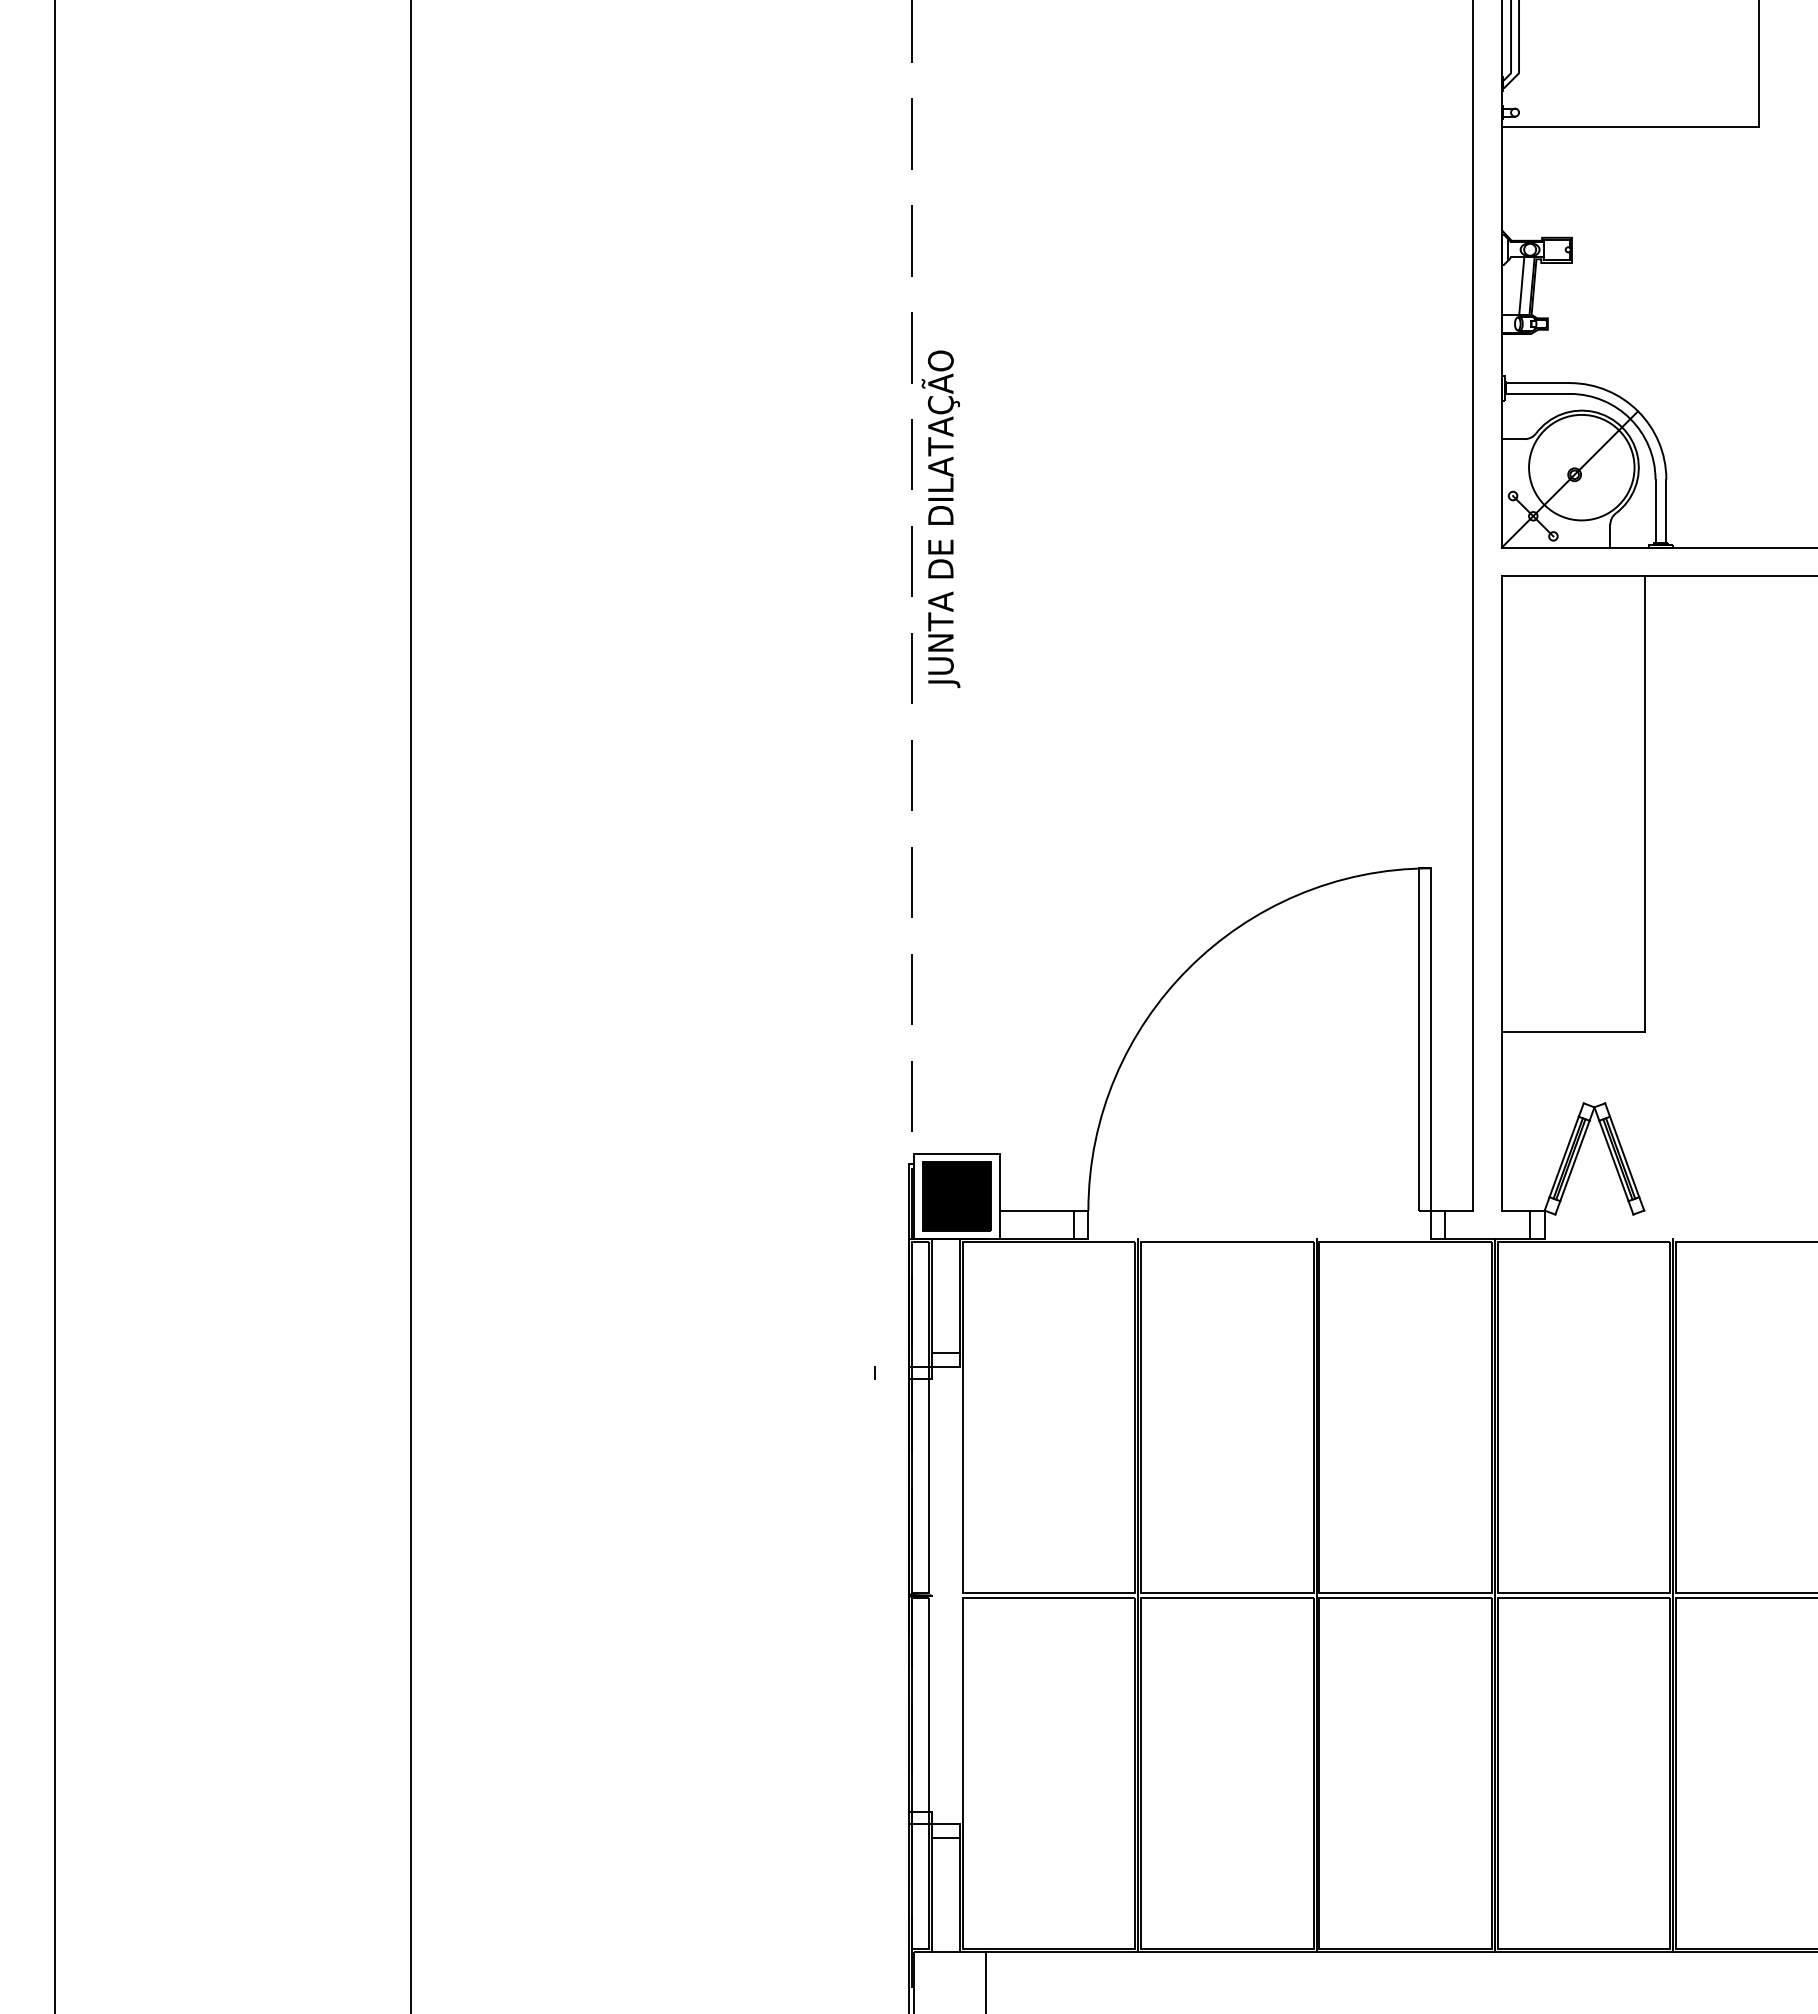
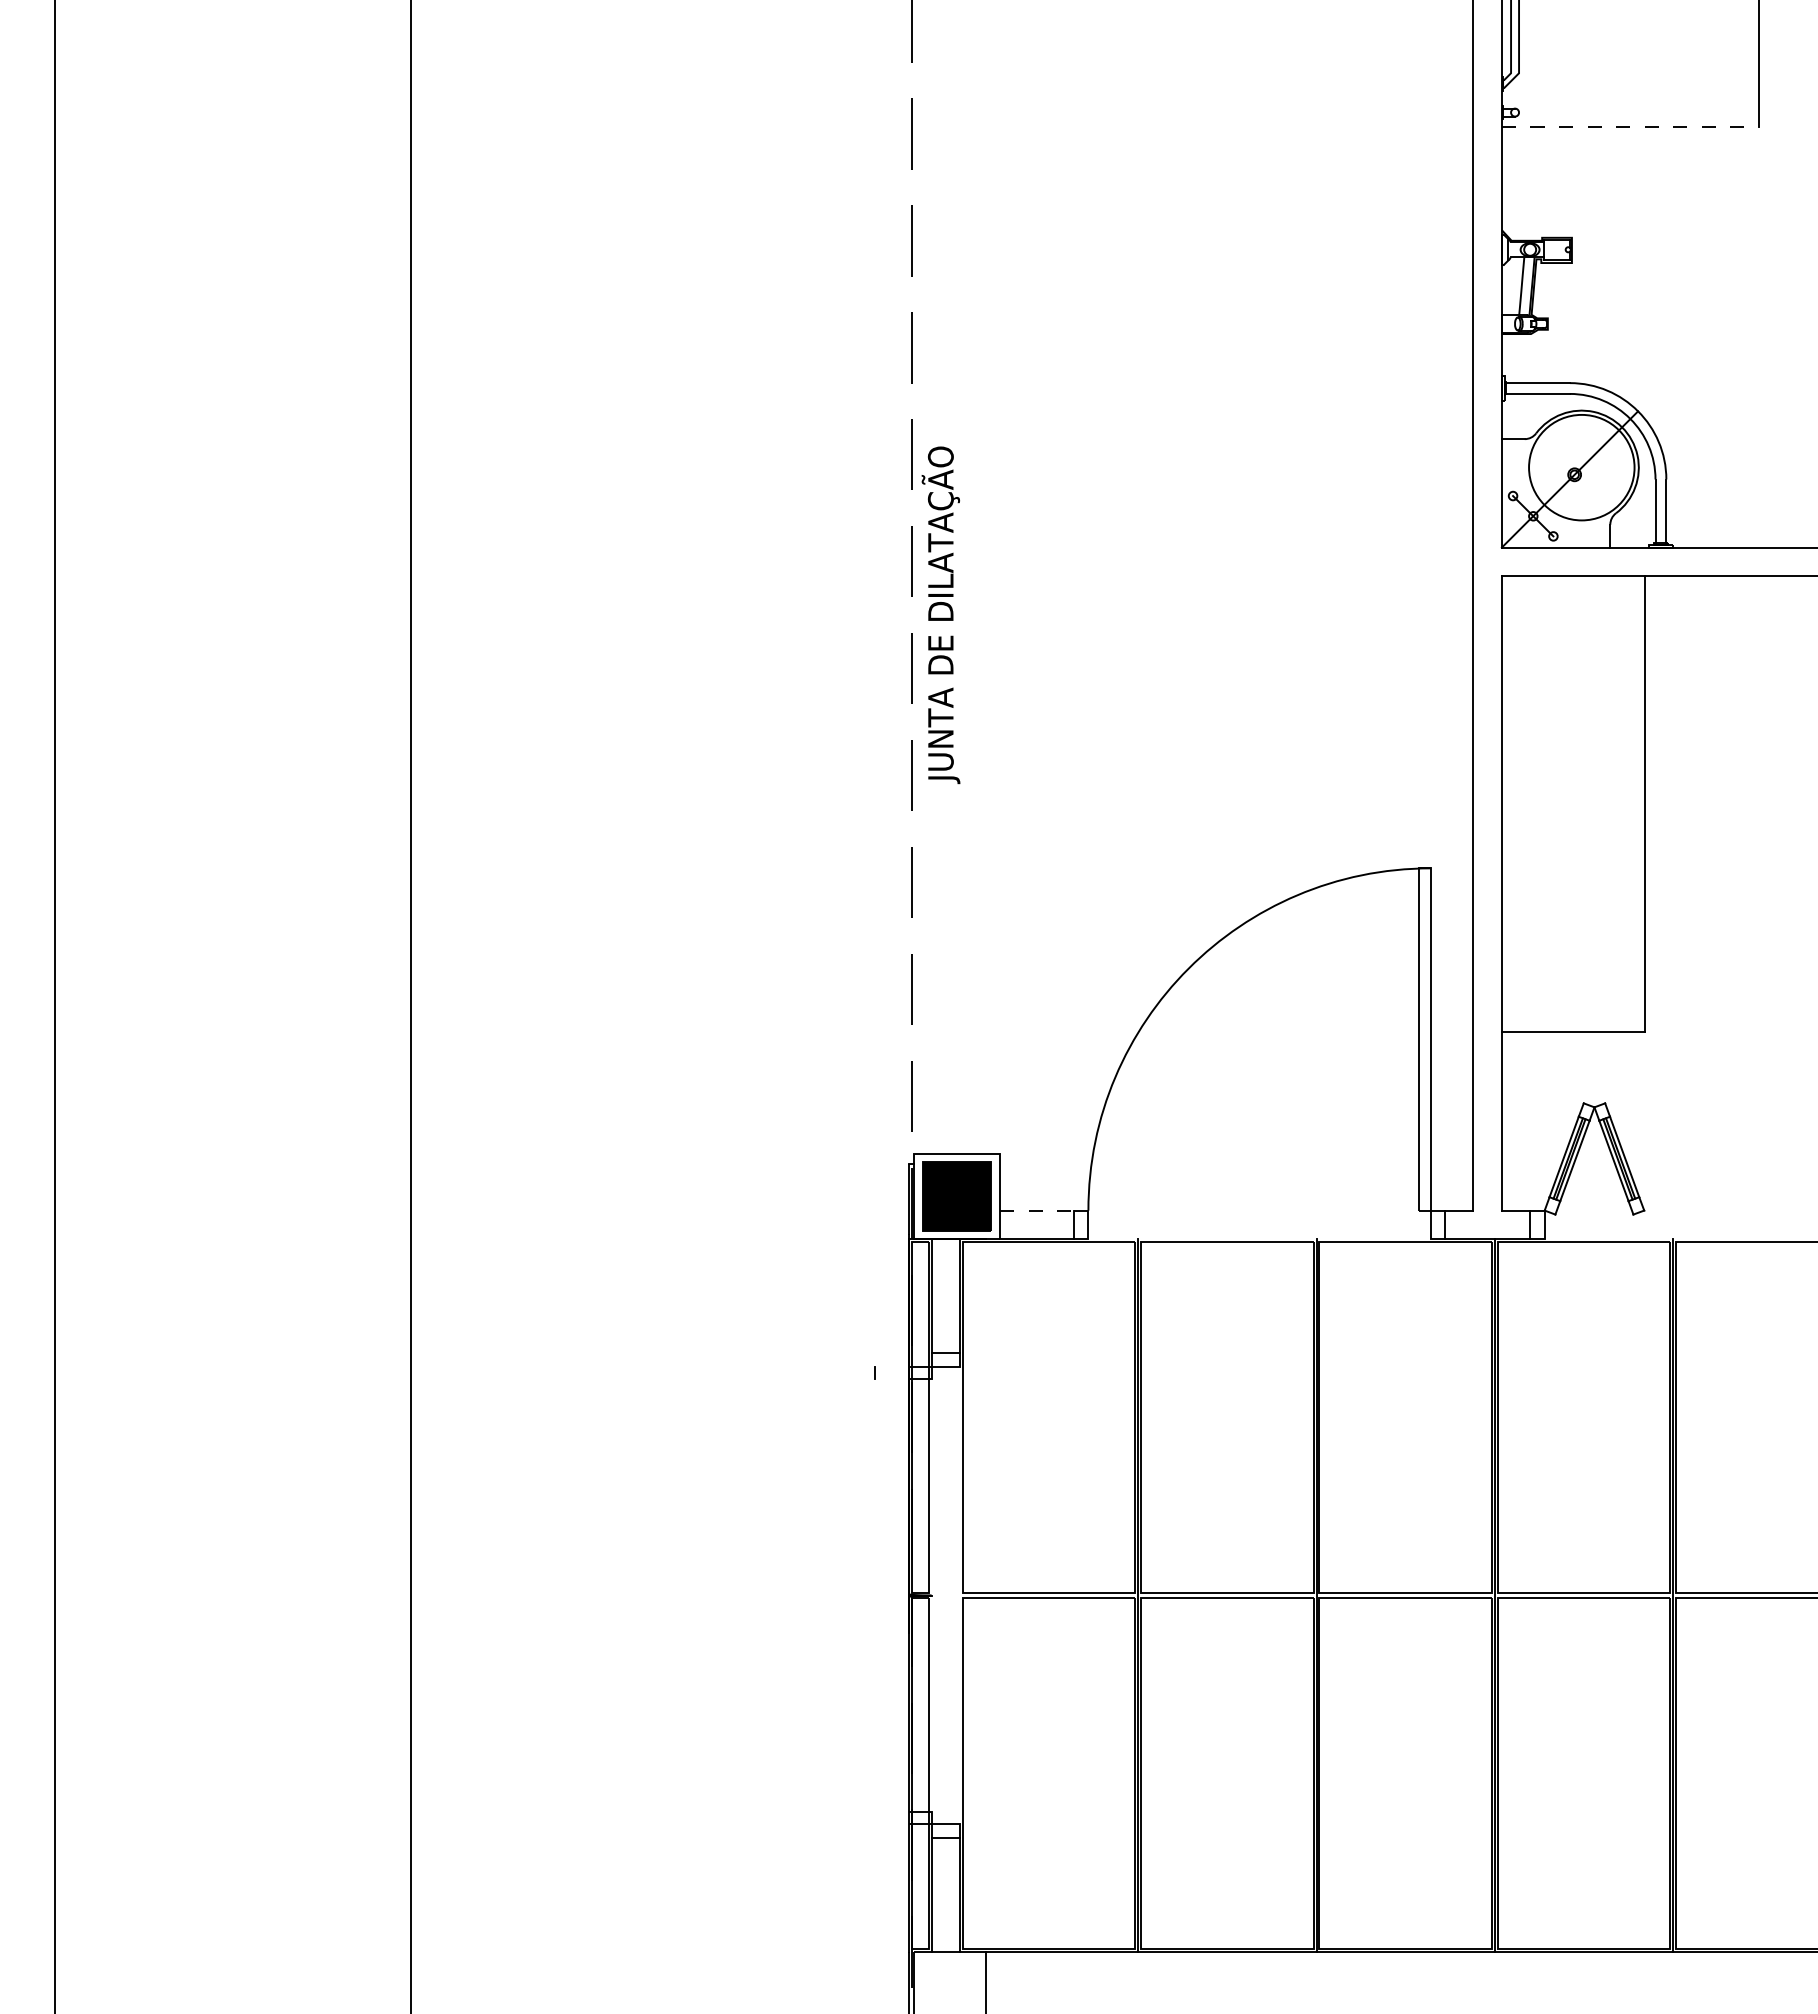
line at (1630, 126): solid -> dashed
text at (940, 519) position: (940, 519) -> (940, 615)
line at (1037, 1210): solid -> dashed
